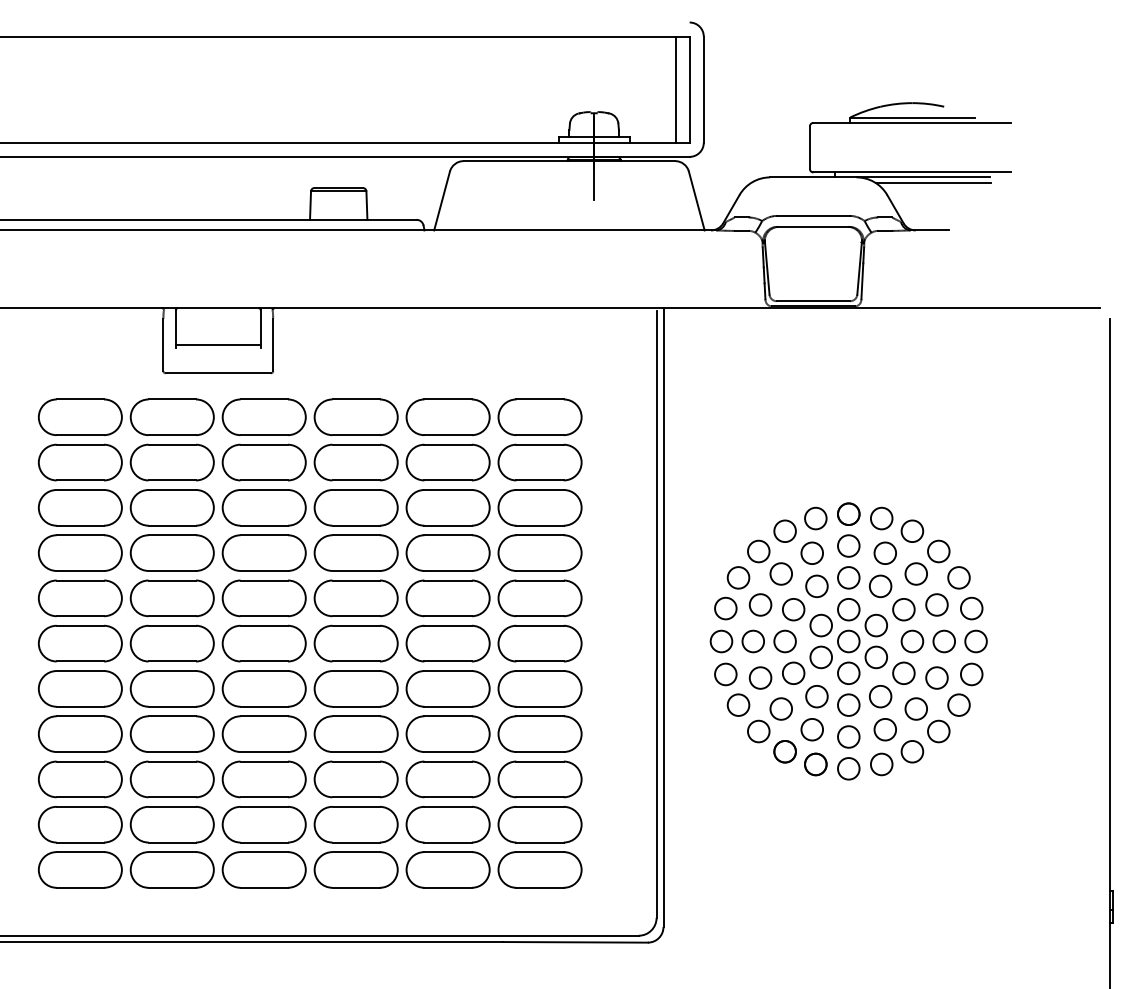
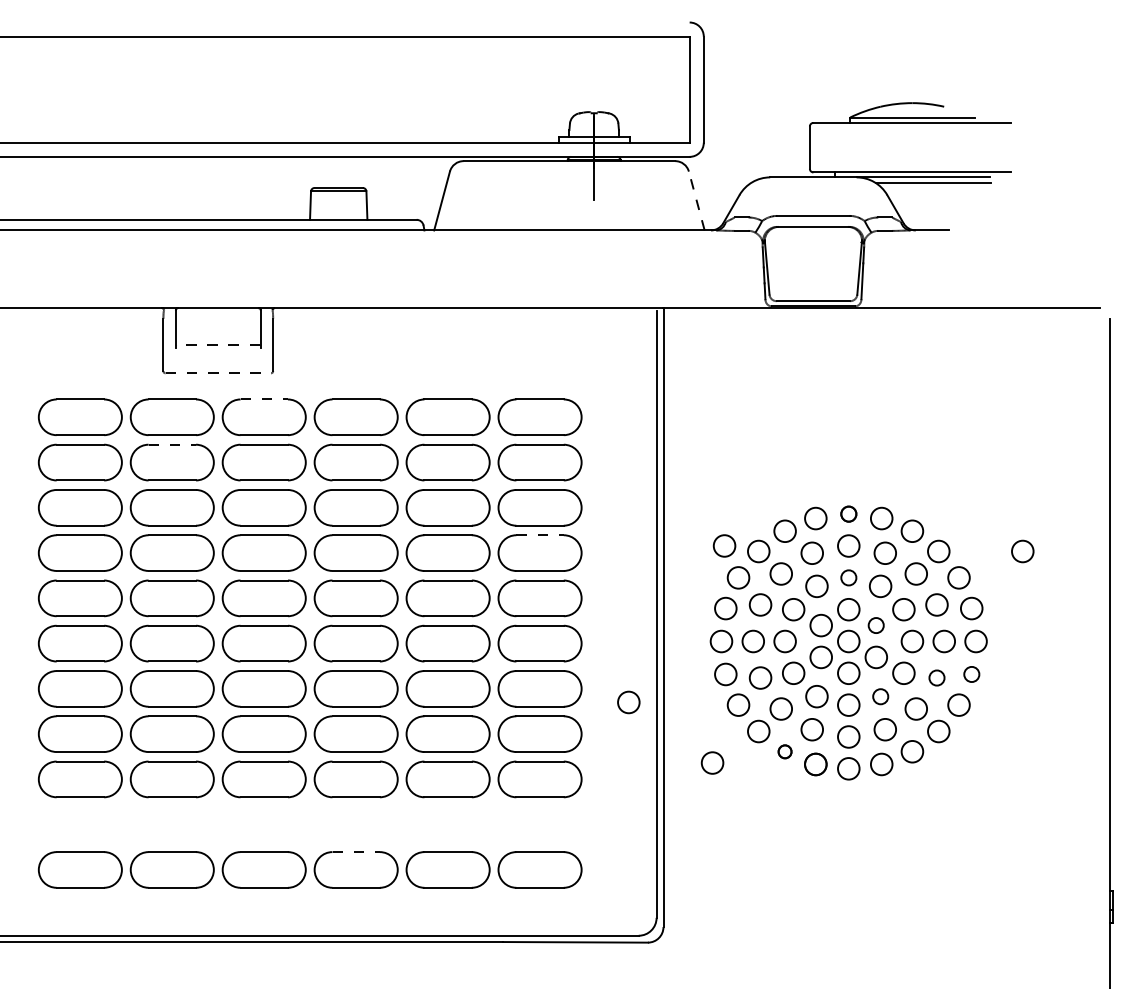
line at (675, 89): present -> none
line at (696, 200): solid -> dashed
line at (218, 345): solid -> dashed
line at (218, 373): solid -> dashed
line at (264, 399): solid -> dashed
line at (172, 444): solid -> dashed
circle at (848, 513) size: 24x24 px -> 18x18 px
line at (540, 535): solid -> dashed
circle at (724, 545): none -> present
circle at (1022, 551): none -> present
circle at (848, 577) size: 24x24 px -> 18x18 px
circle at (875, 625) size: 24x25 px -> 18x17 px
circle at (971, 674) size: 24x25 px -> 18x17 px
circle at (936, 677) size: 24x24 px -> 18x18 px
circle at (880, 696) size: 24x24 px -> 18x18 px
circle at (628, 702): none -> present
circle at (784, 751) size: 24x24 px -> 16x16 px
circle at (712, 762): none -> present
part at (309, 824): present -> none
line at (356, 852): solid -> dashed
